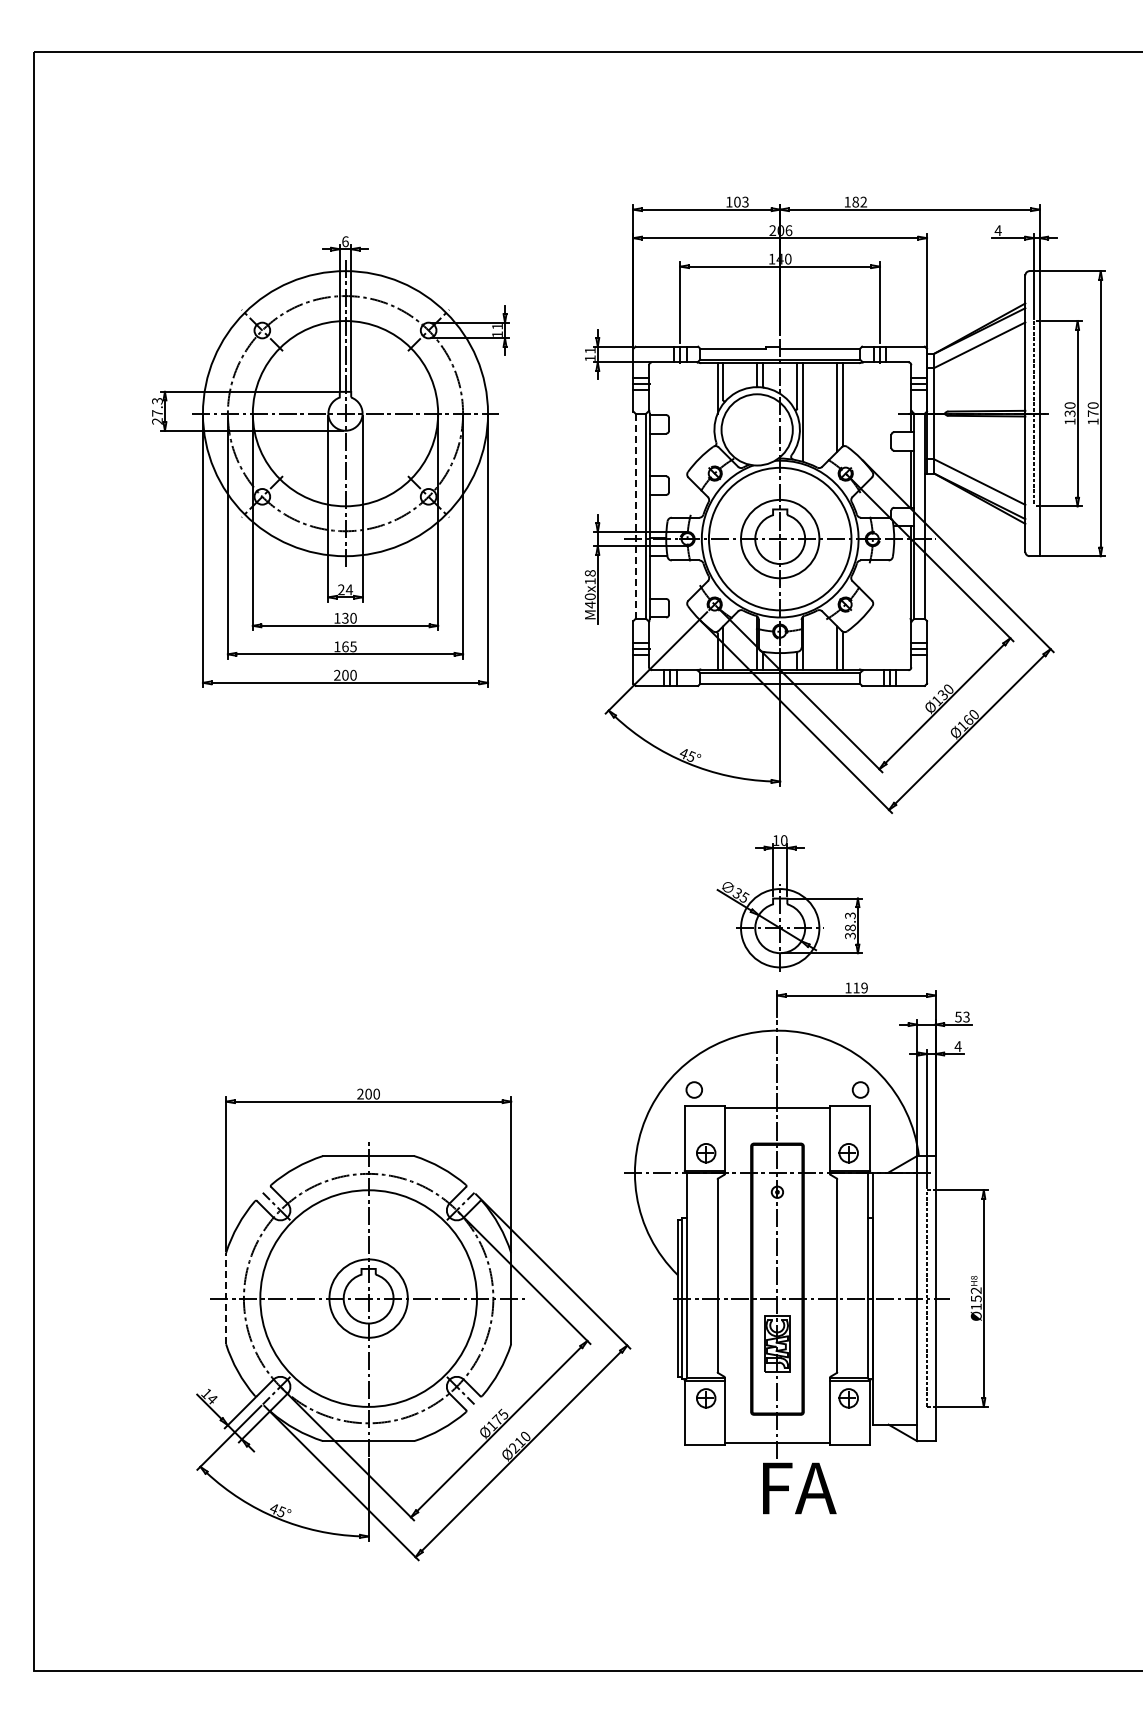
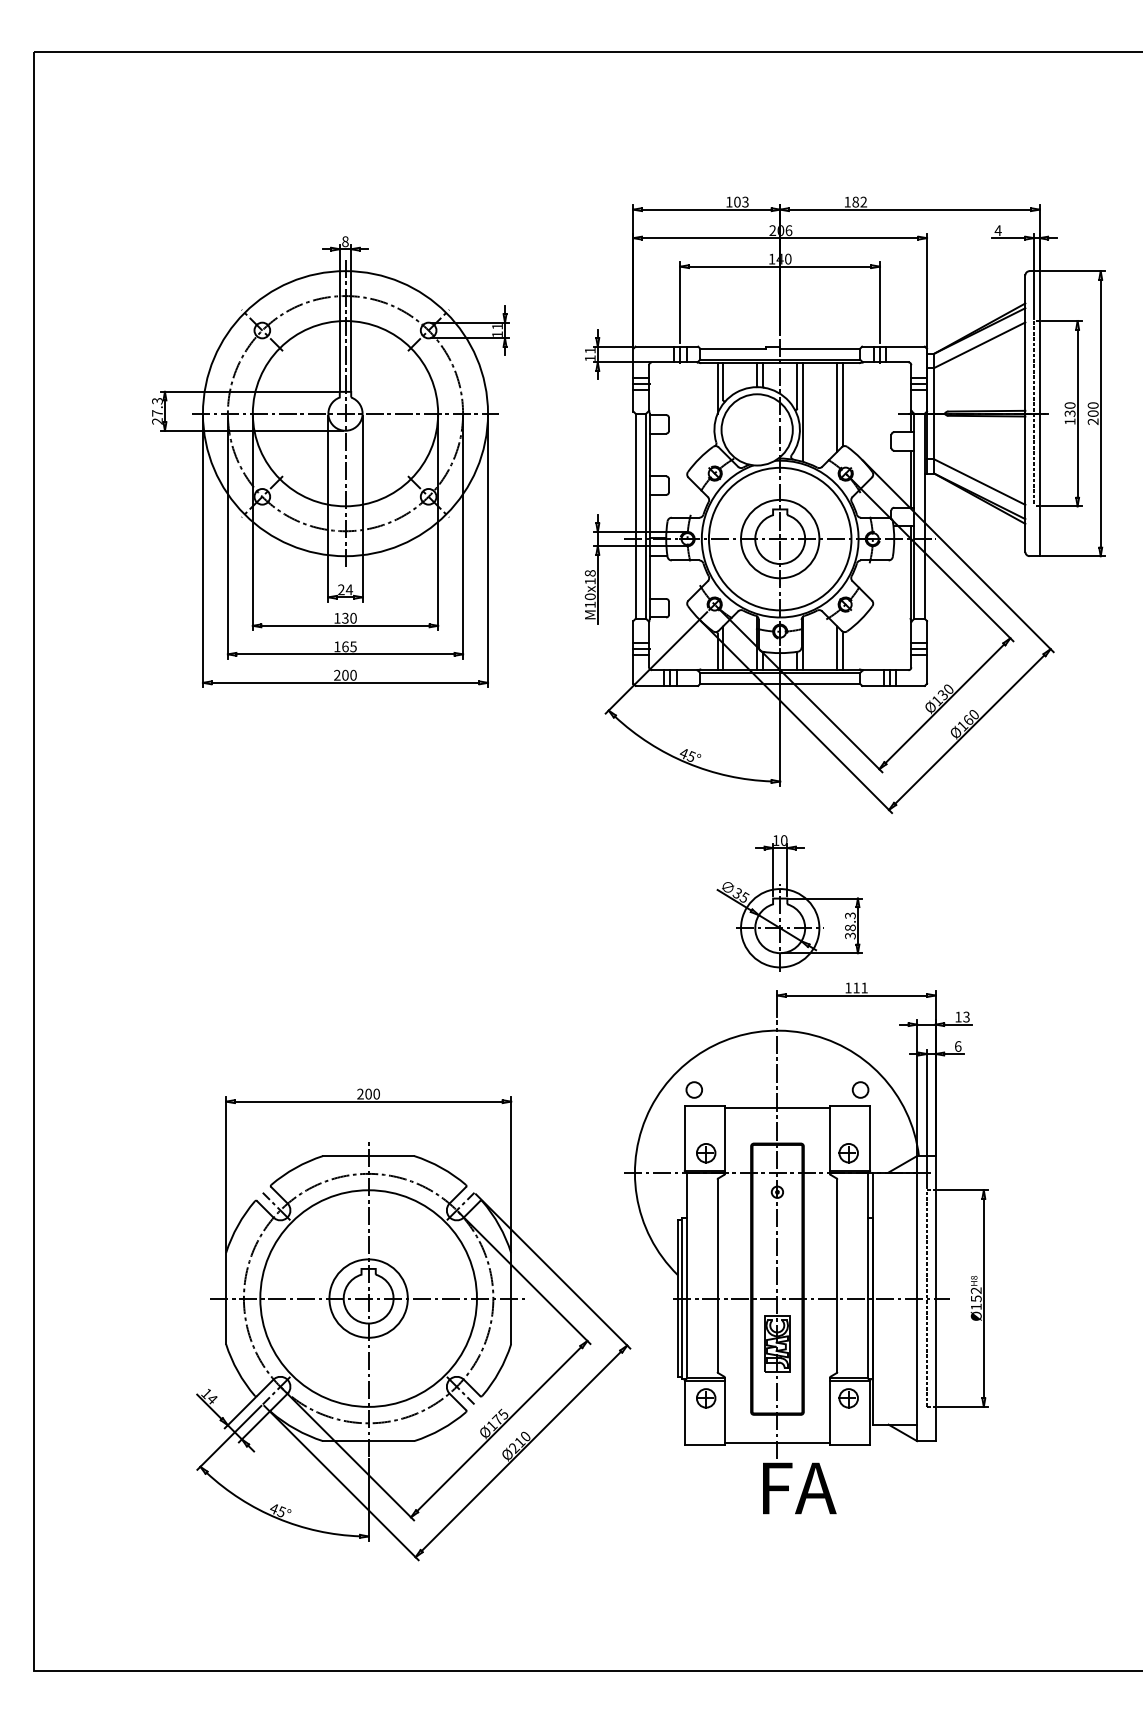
text at (345, 241): 6 -> 8
text at (1092, 417): 170 -> 200
line at (635, 516): dashed -> solid
text at (590, 604): M40x18 -> M10x18
text at (864, 987): 119 -> 111
text at (958, 1016): 53 -> 13
text at (957, 1046): 4 -> 6
line at (226, 1298): dashed -> solid
